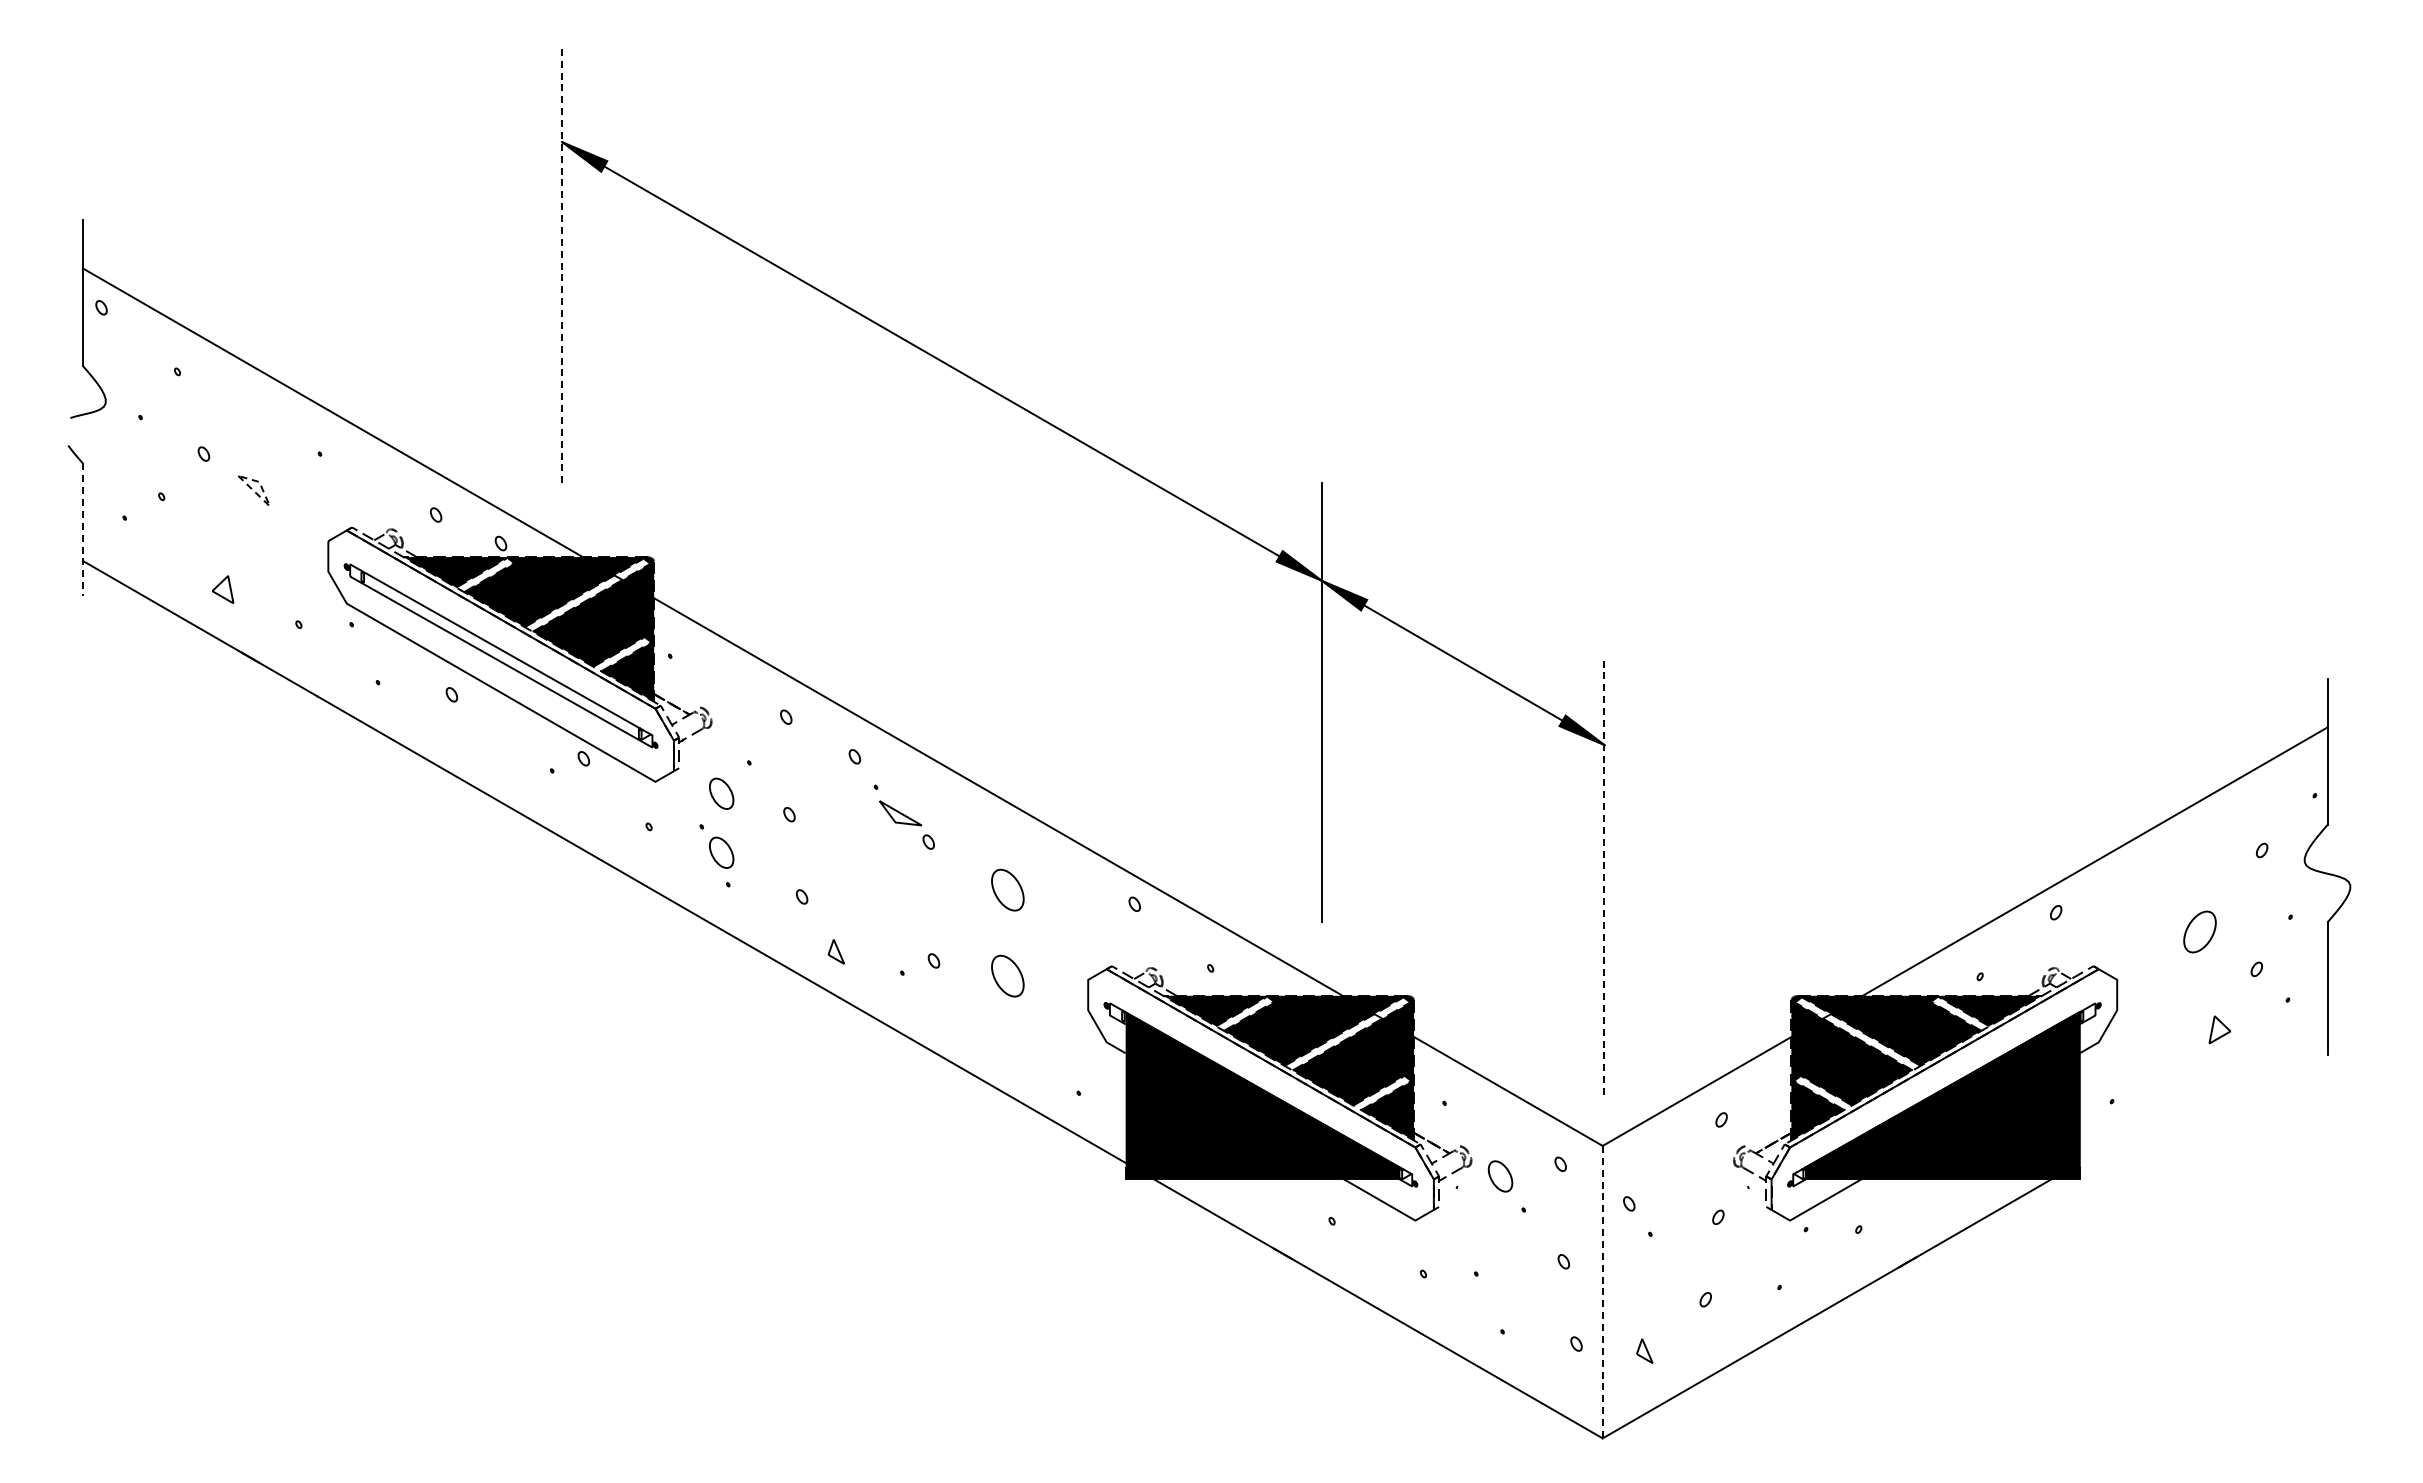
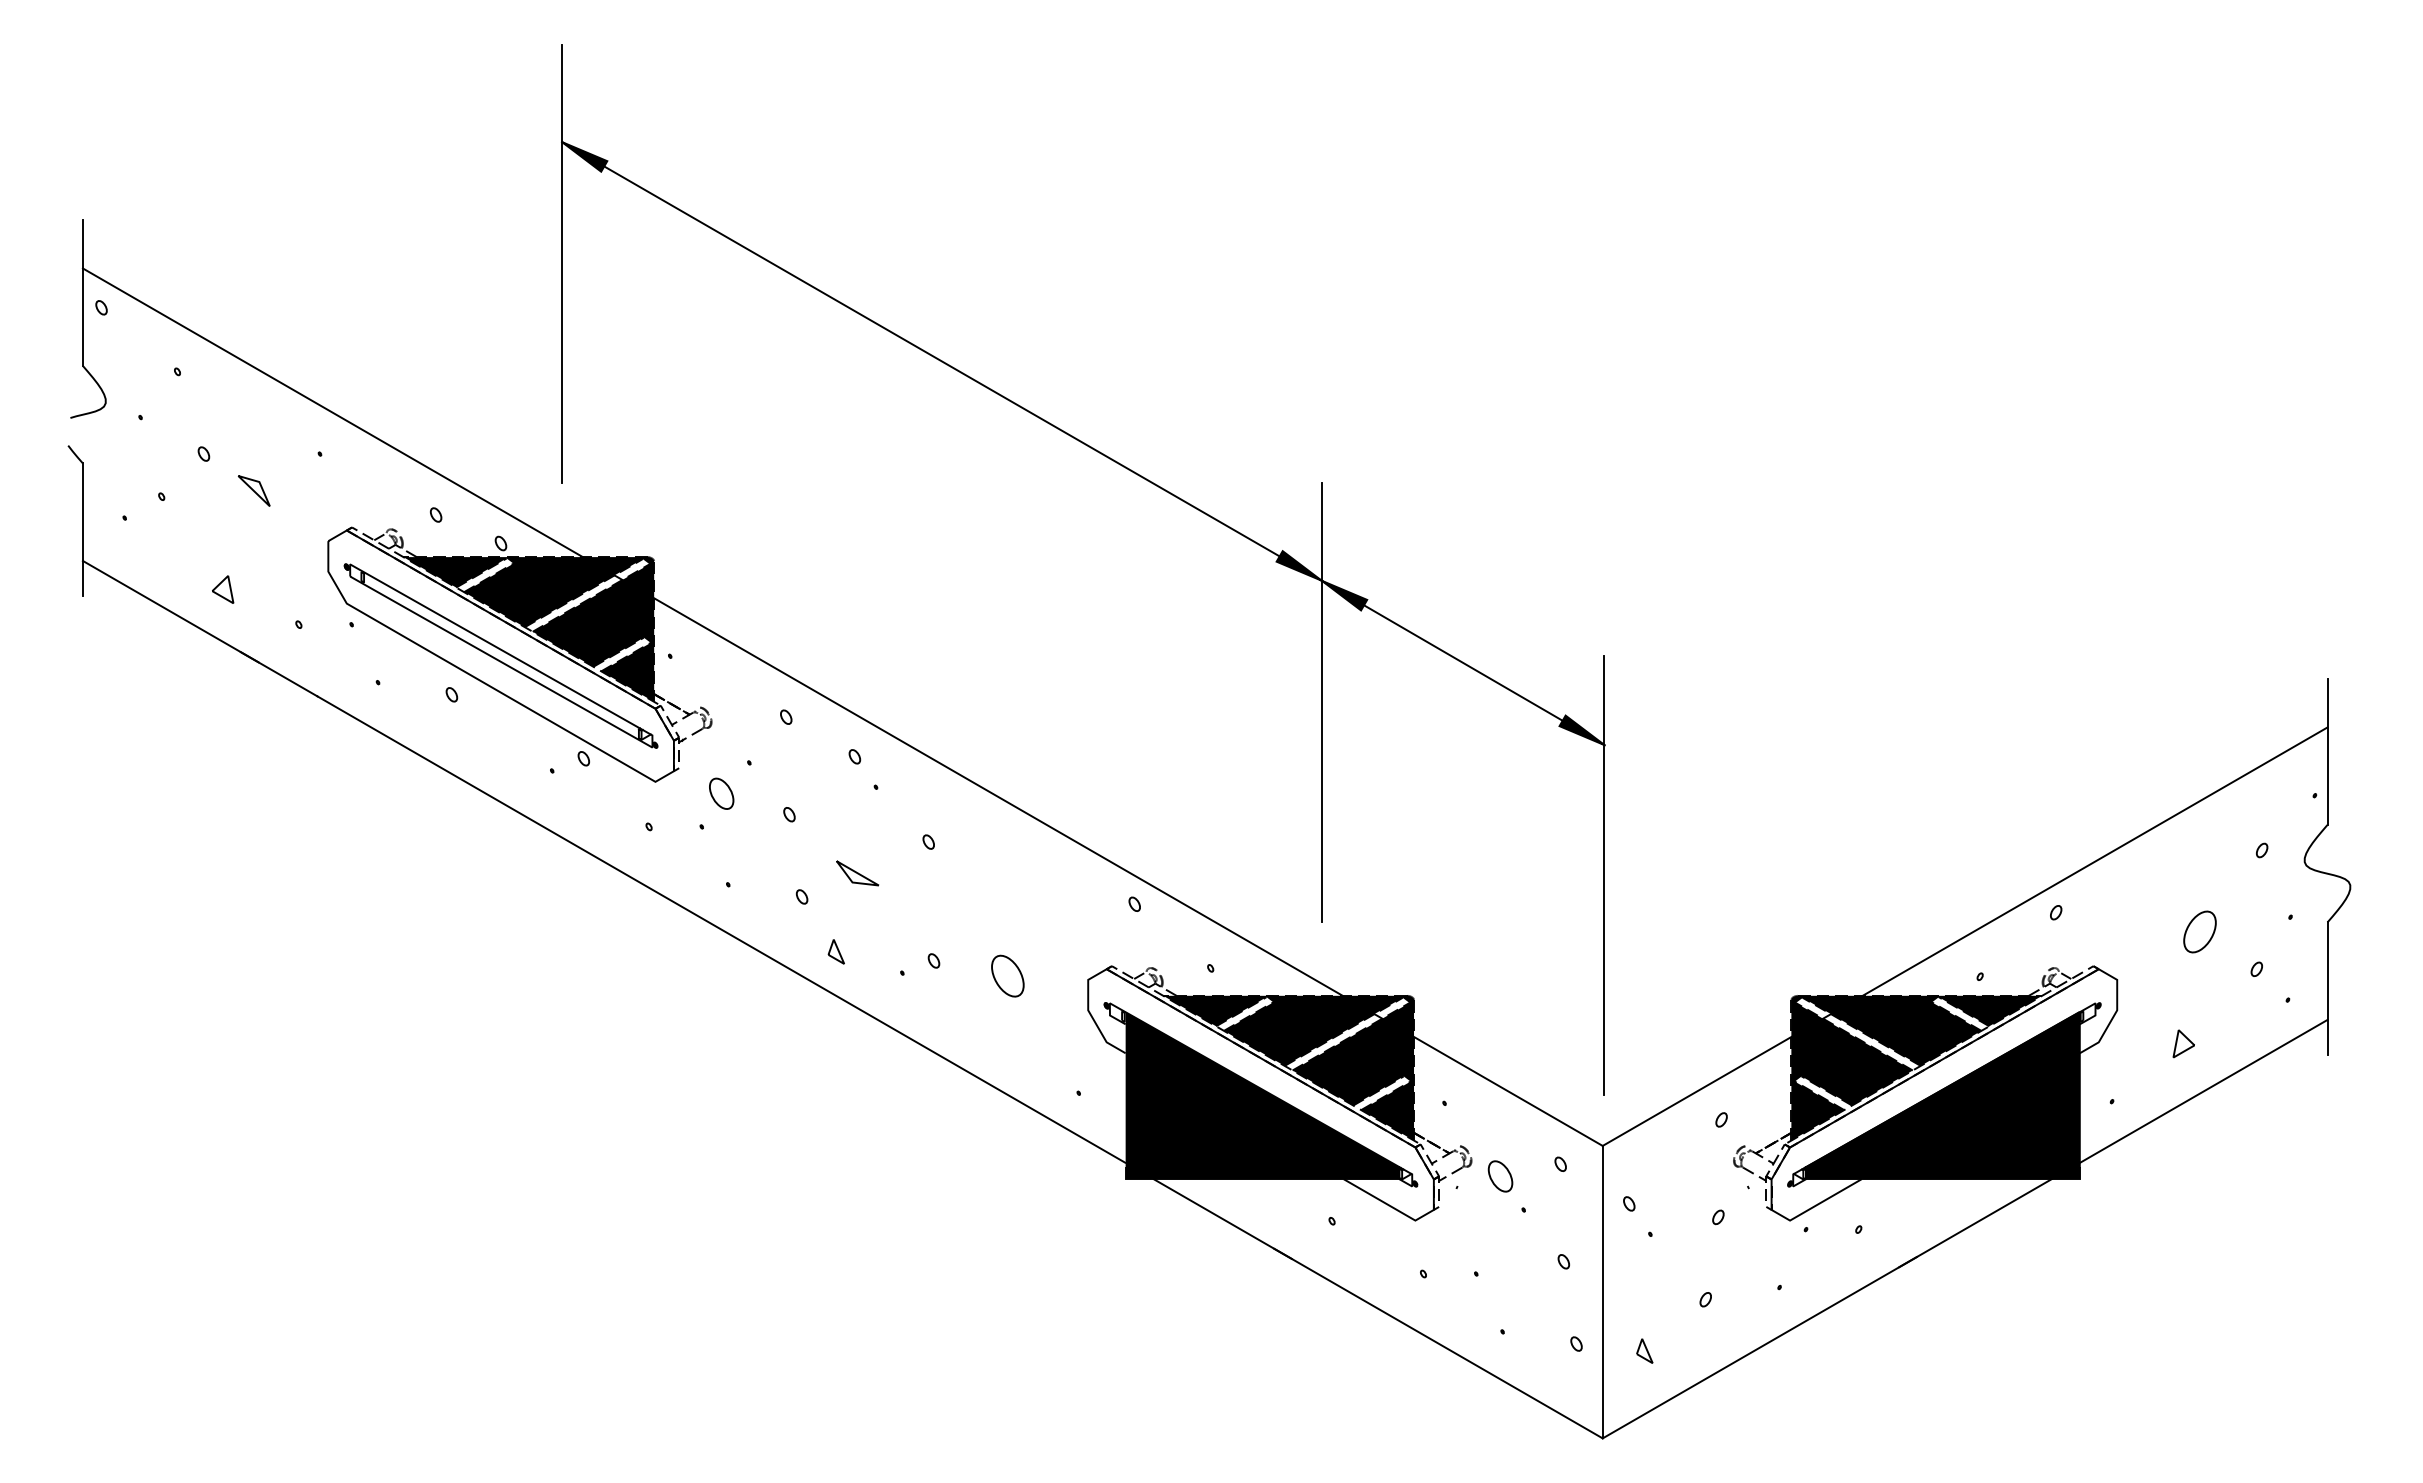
line at (562, 263): dashed -> solid
line at (268, 503): dashed -> solid
line at (82, 530): dashed -> solid
part at (900, 813) position: (900, 813) -> (857, 873)
part at (721, 852): present -> none
line at (1603, 875): dashed -> solid
part at (1007, 889): present -> none
part at (2219, 1029) position: (2219, 1029) -> (2183, 1043)
line at (2203, 1090): none -> present
line at (1602, 1292): dashed -> solid
